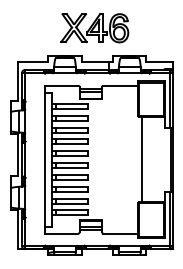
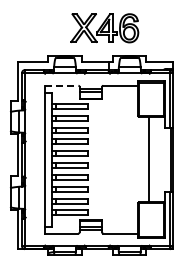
part at (94, 28) position: (94, 28) -> (104, 28)
line at (61, 85): solid -> dashed
line at (142, 159) position: (142, 159) -> (149, 159)
